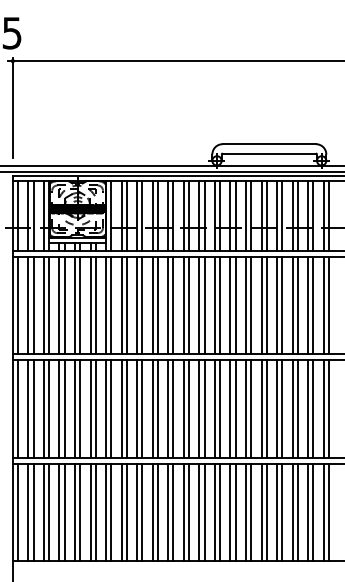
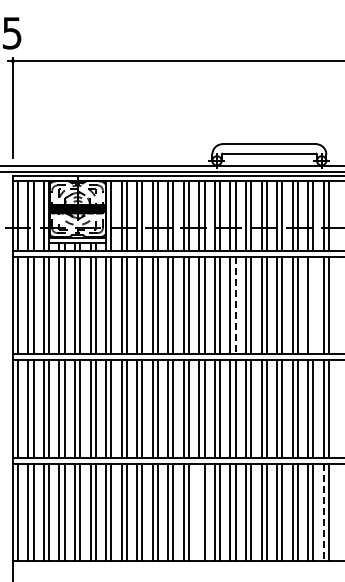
line at (235, 305): solid -> dashed
line at (313, 305): present -> none
line at (199, 512): present -> none
line at (323, 512): solid -> dashed
